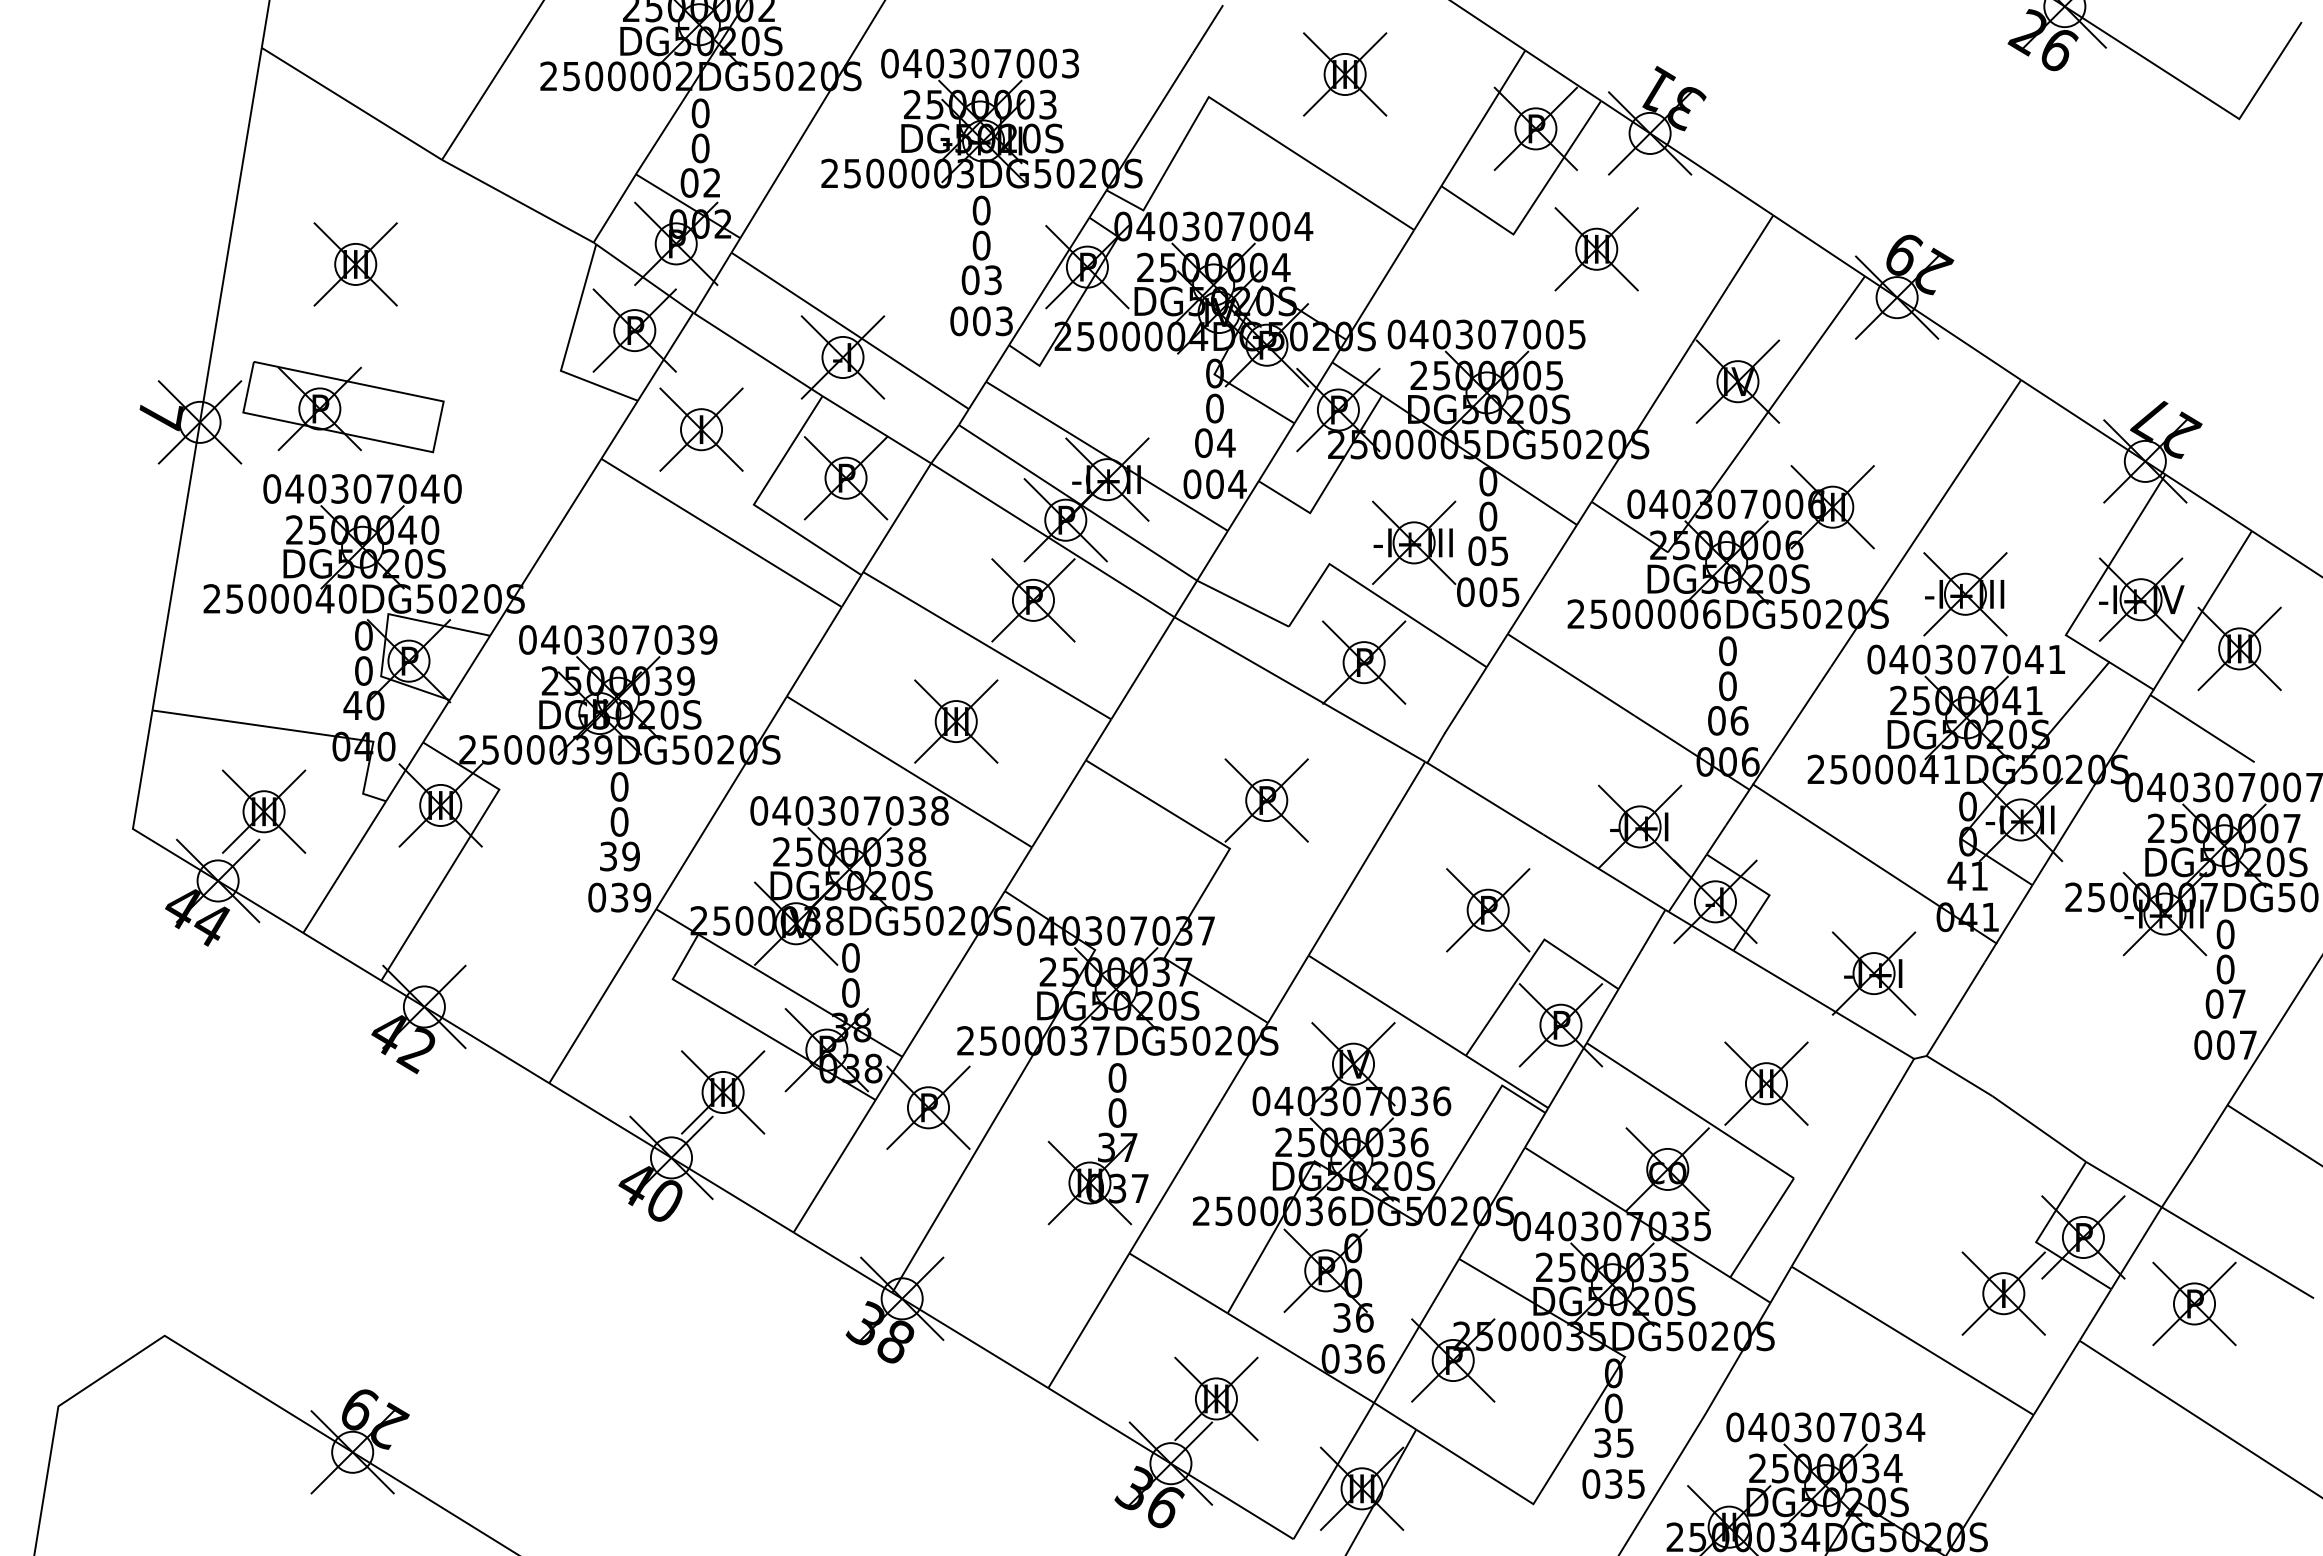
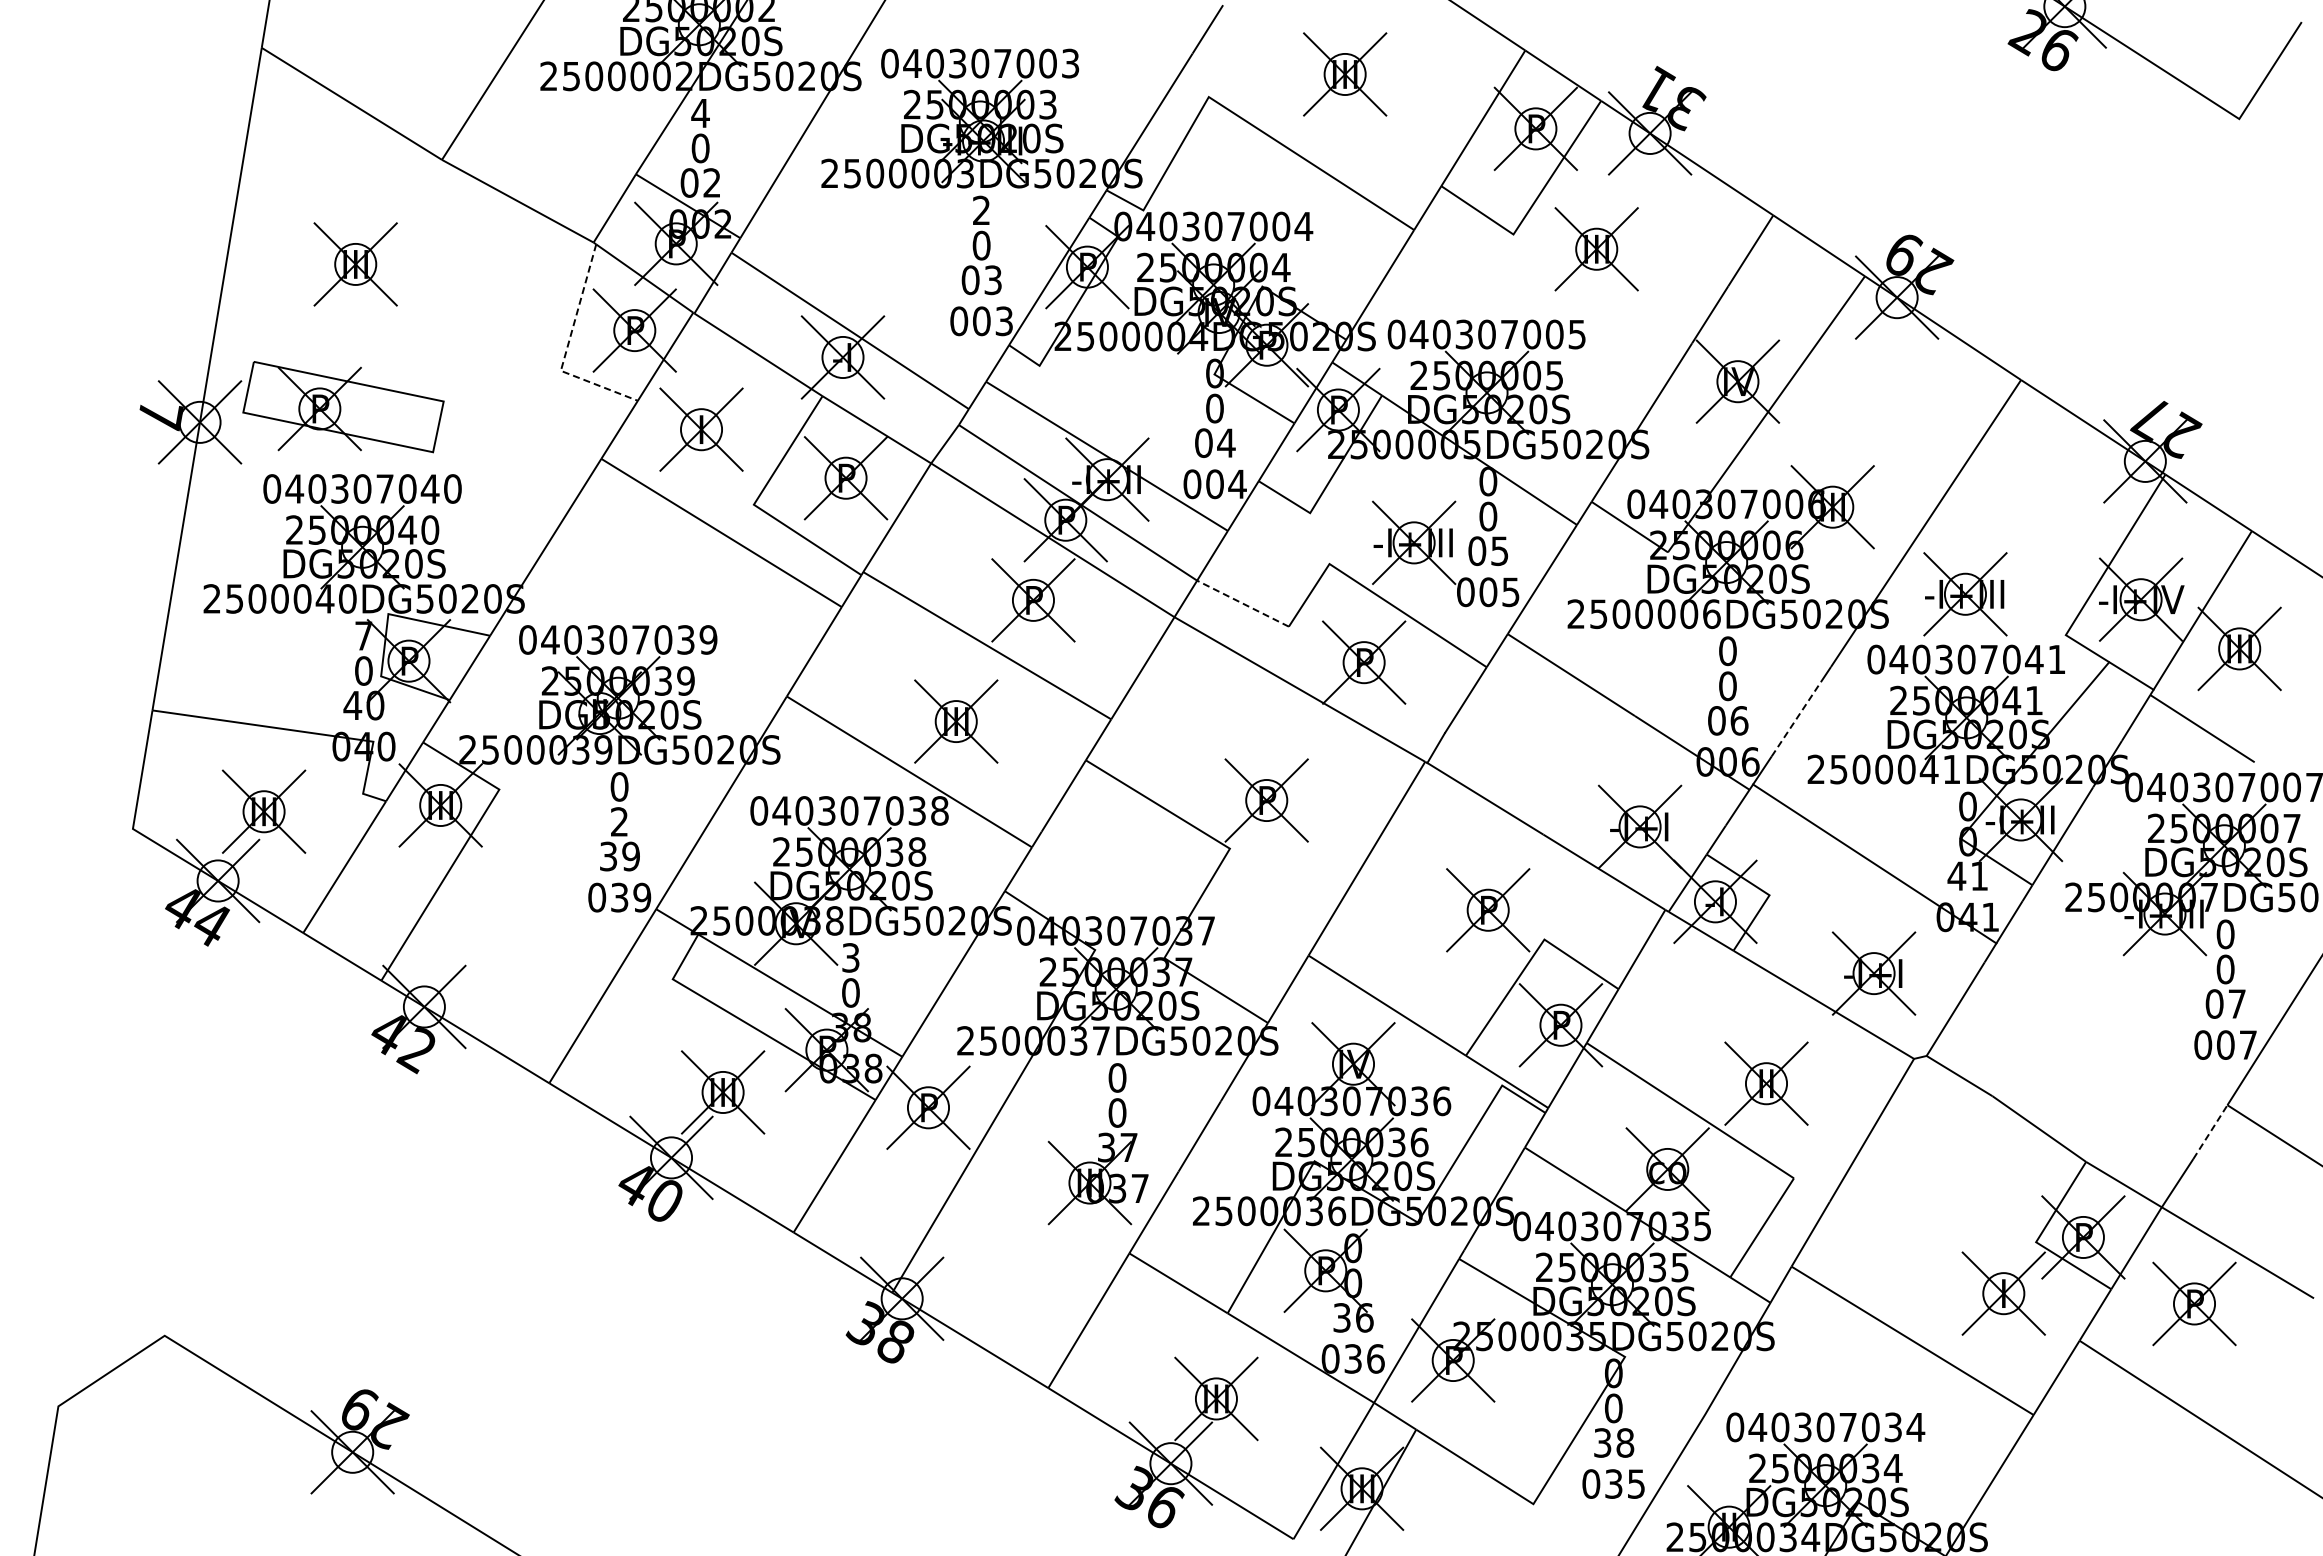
text at (700, 113): 0 -> 4
text at (981, 210): 0 -> 2
line at (567, 347): solid -> dashed
line at (1242, 603): solid -> dashed
text at (363, 635): 0 -> 7
line at (1796, 719): solid -> dashed
text at (619, 821): 0 -> 2
text at (850, 957): 0 -> 3
line at (2210, 1132): solid -> dashed
text at (1625, 1442): 35 -> 38
